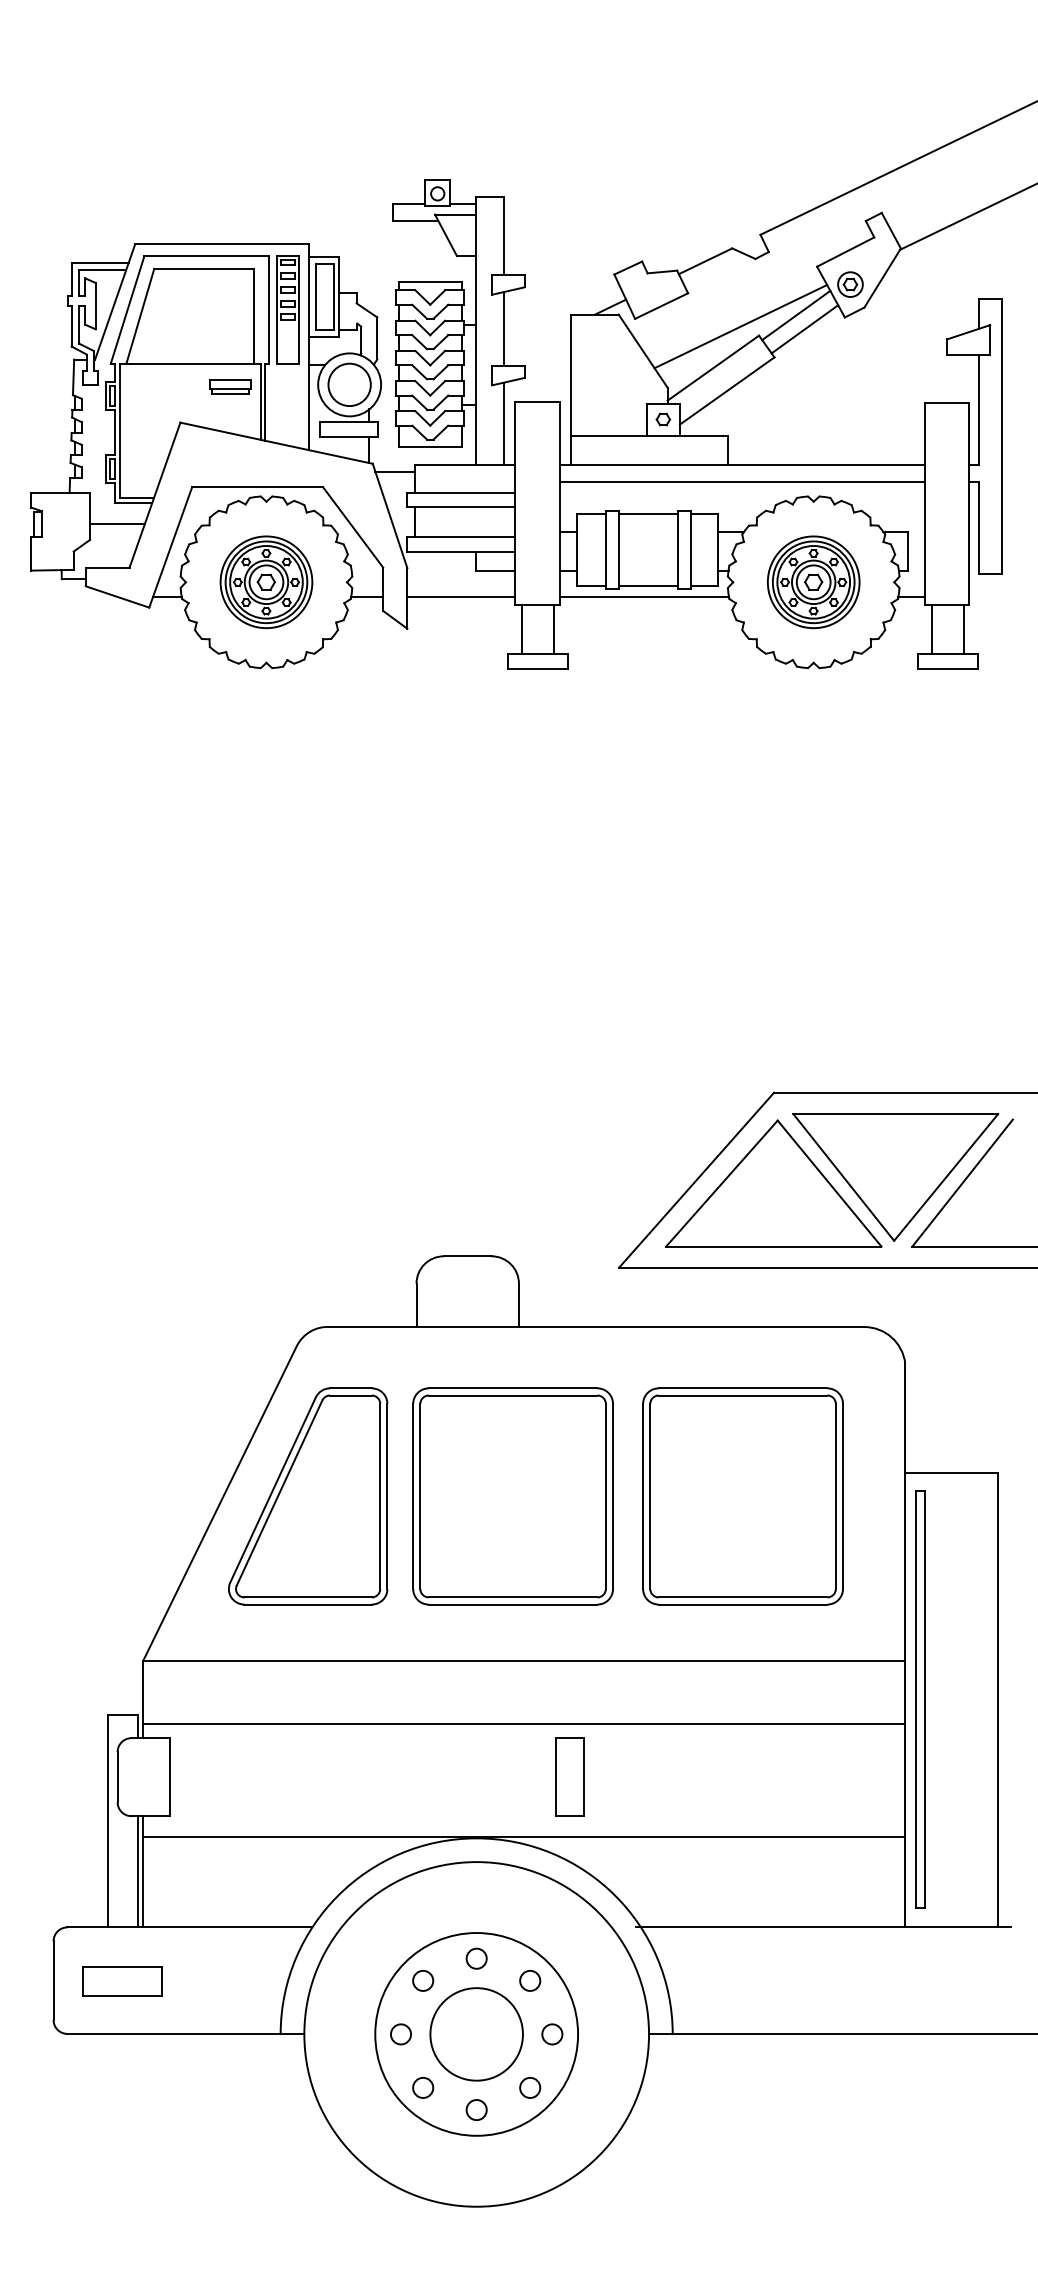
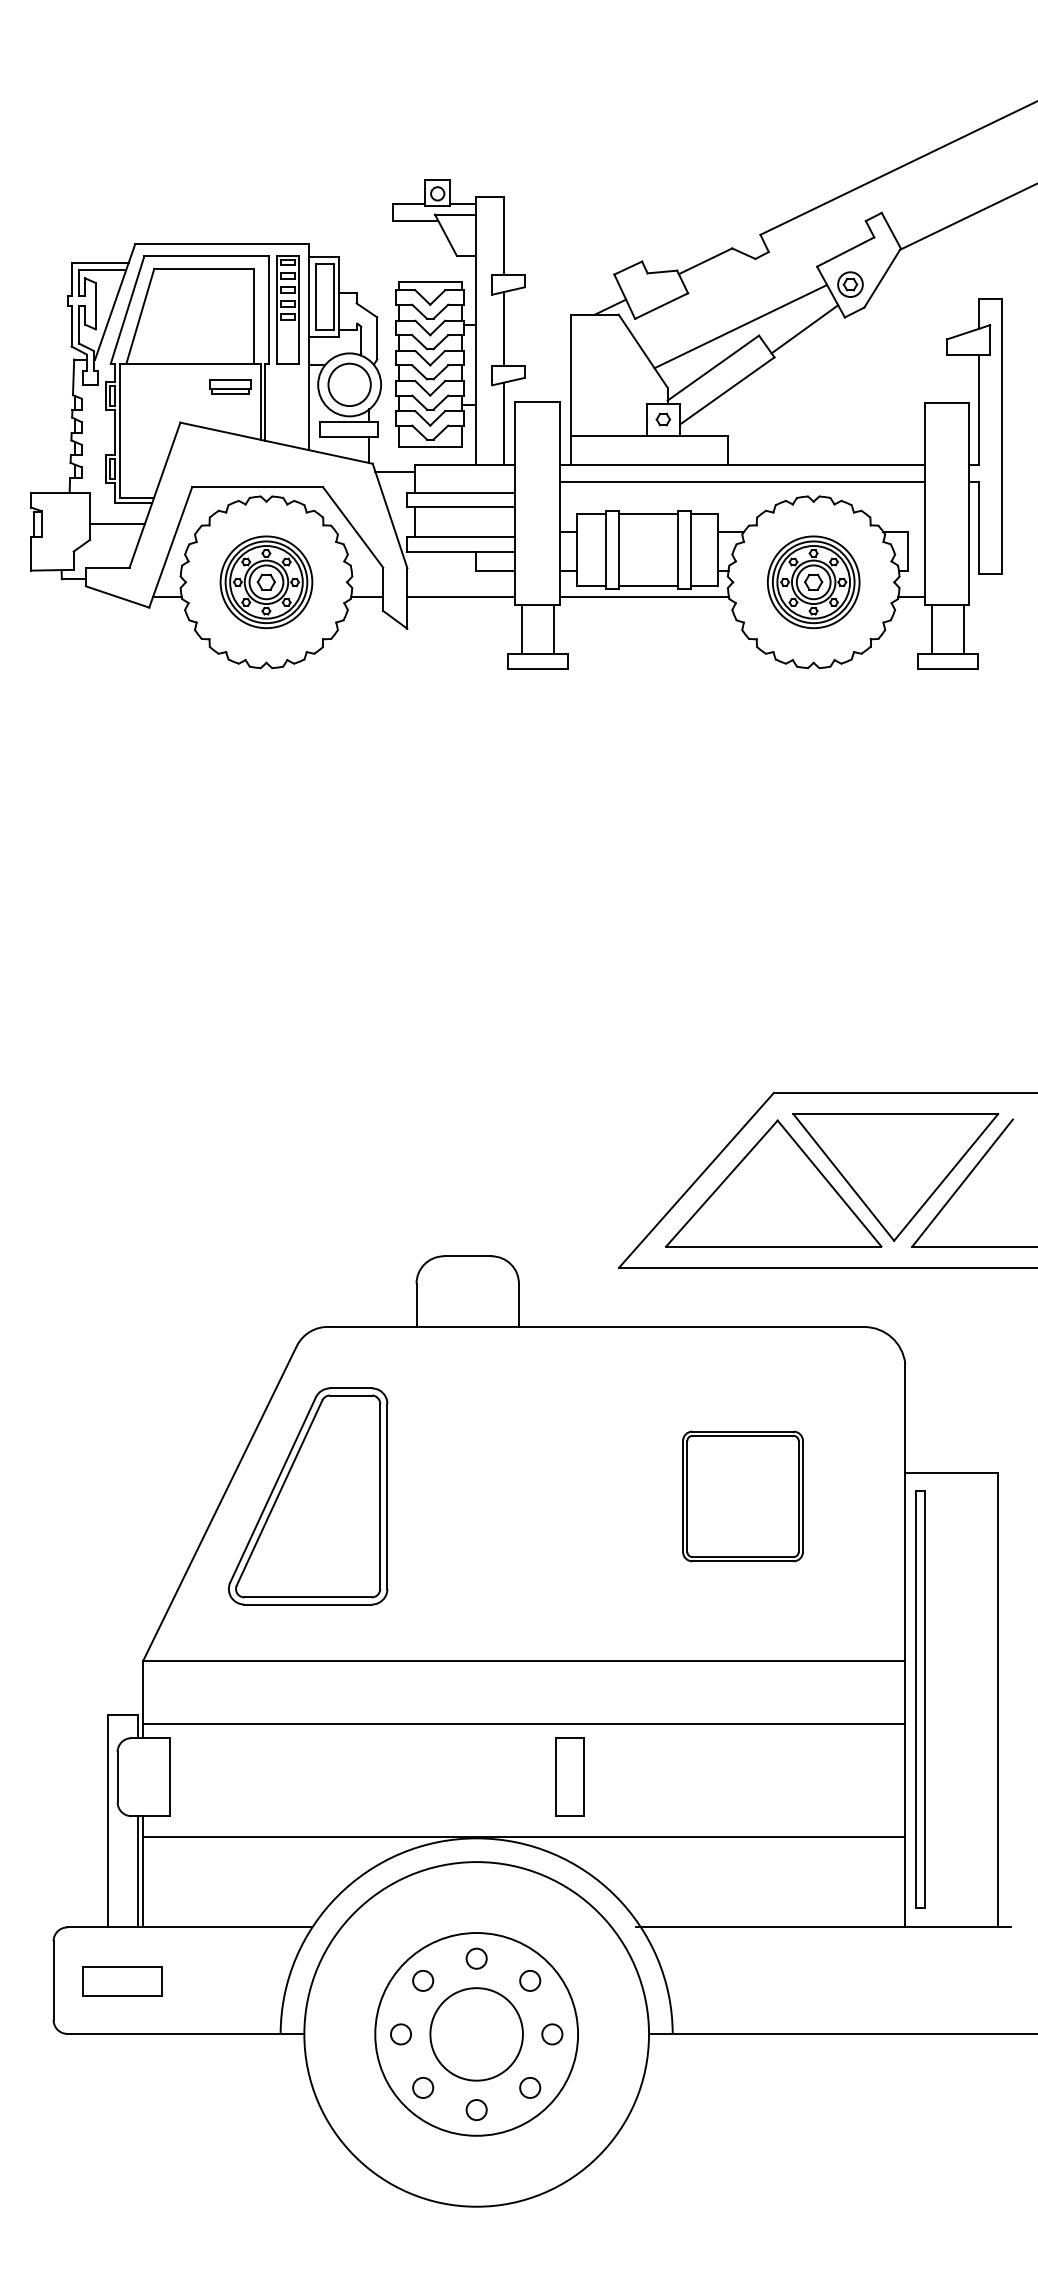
line at (796, 315): present -> none
part at (512, 1496): present -> none
part at (742, 1496) size: 202x219 px -> 122x133 px
